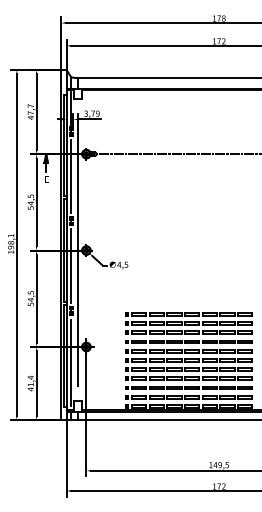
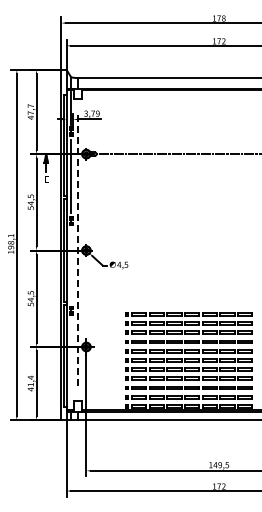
line at (78, 250): solid -> dashed
line at (71, 265): present -> none
line at (71, 362): present -> none
